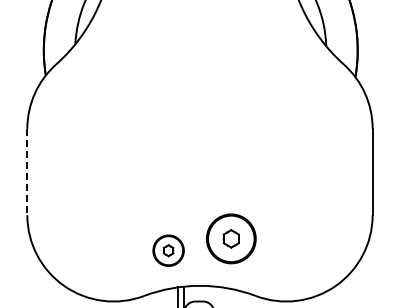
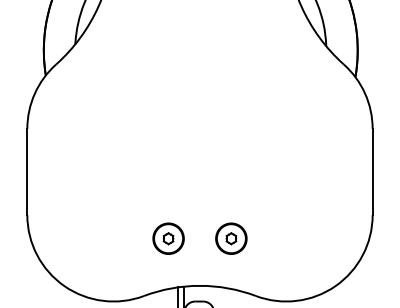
line at (27, 172): dashed -> solid
part at (231, 238) size: 51x52 px -> 33x33 px
part at (168, 250) position: (168, 250) -> (168, 238)
